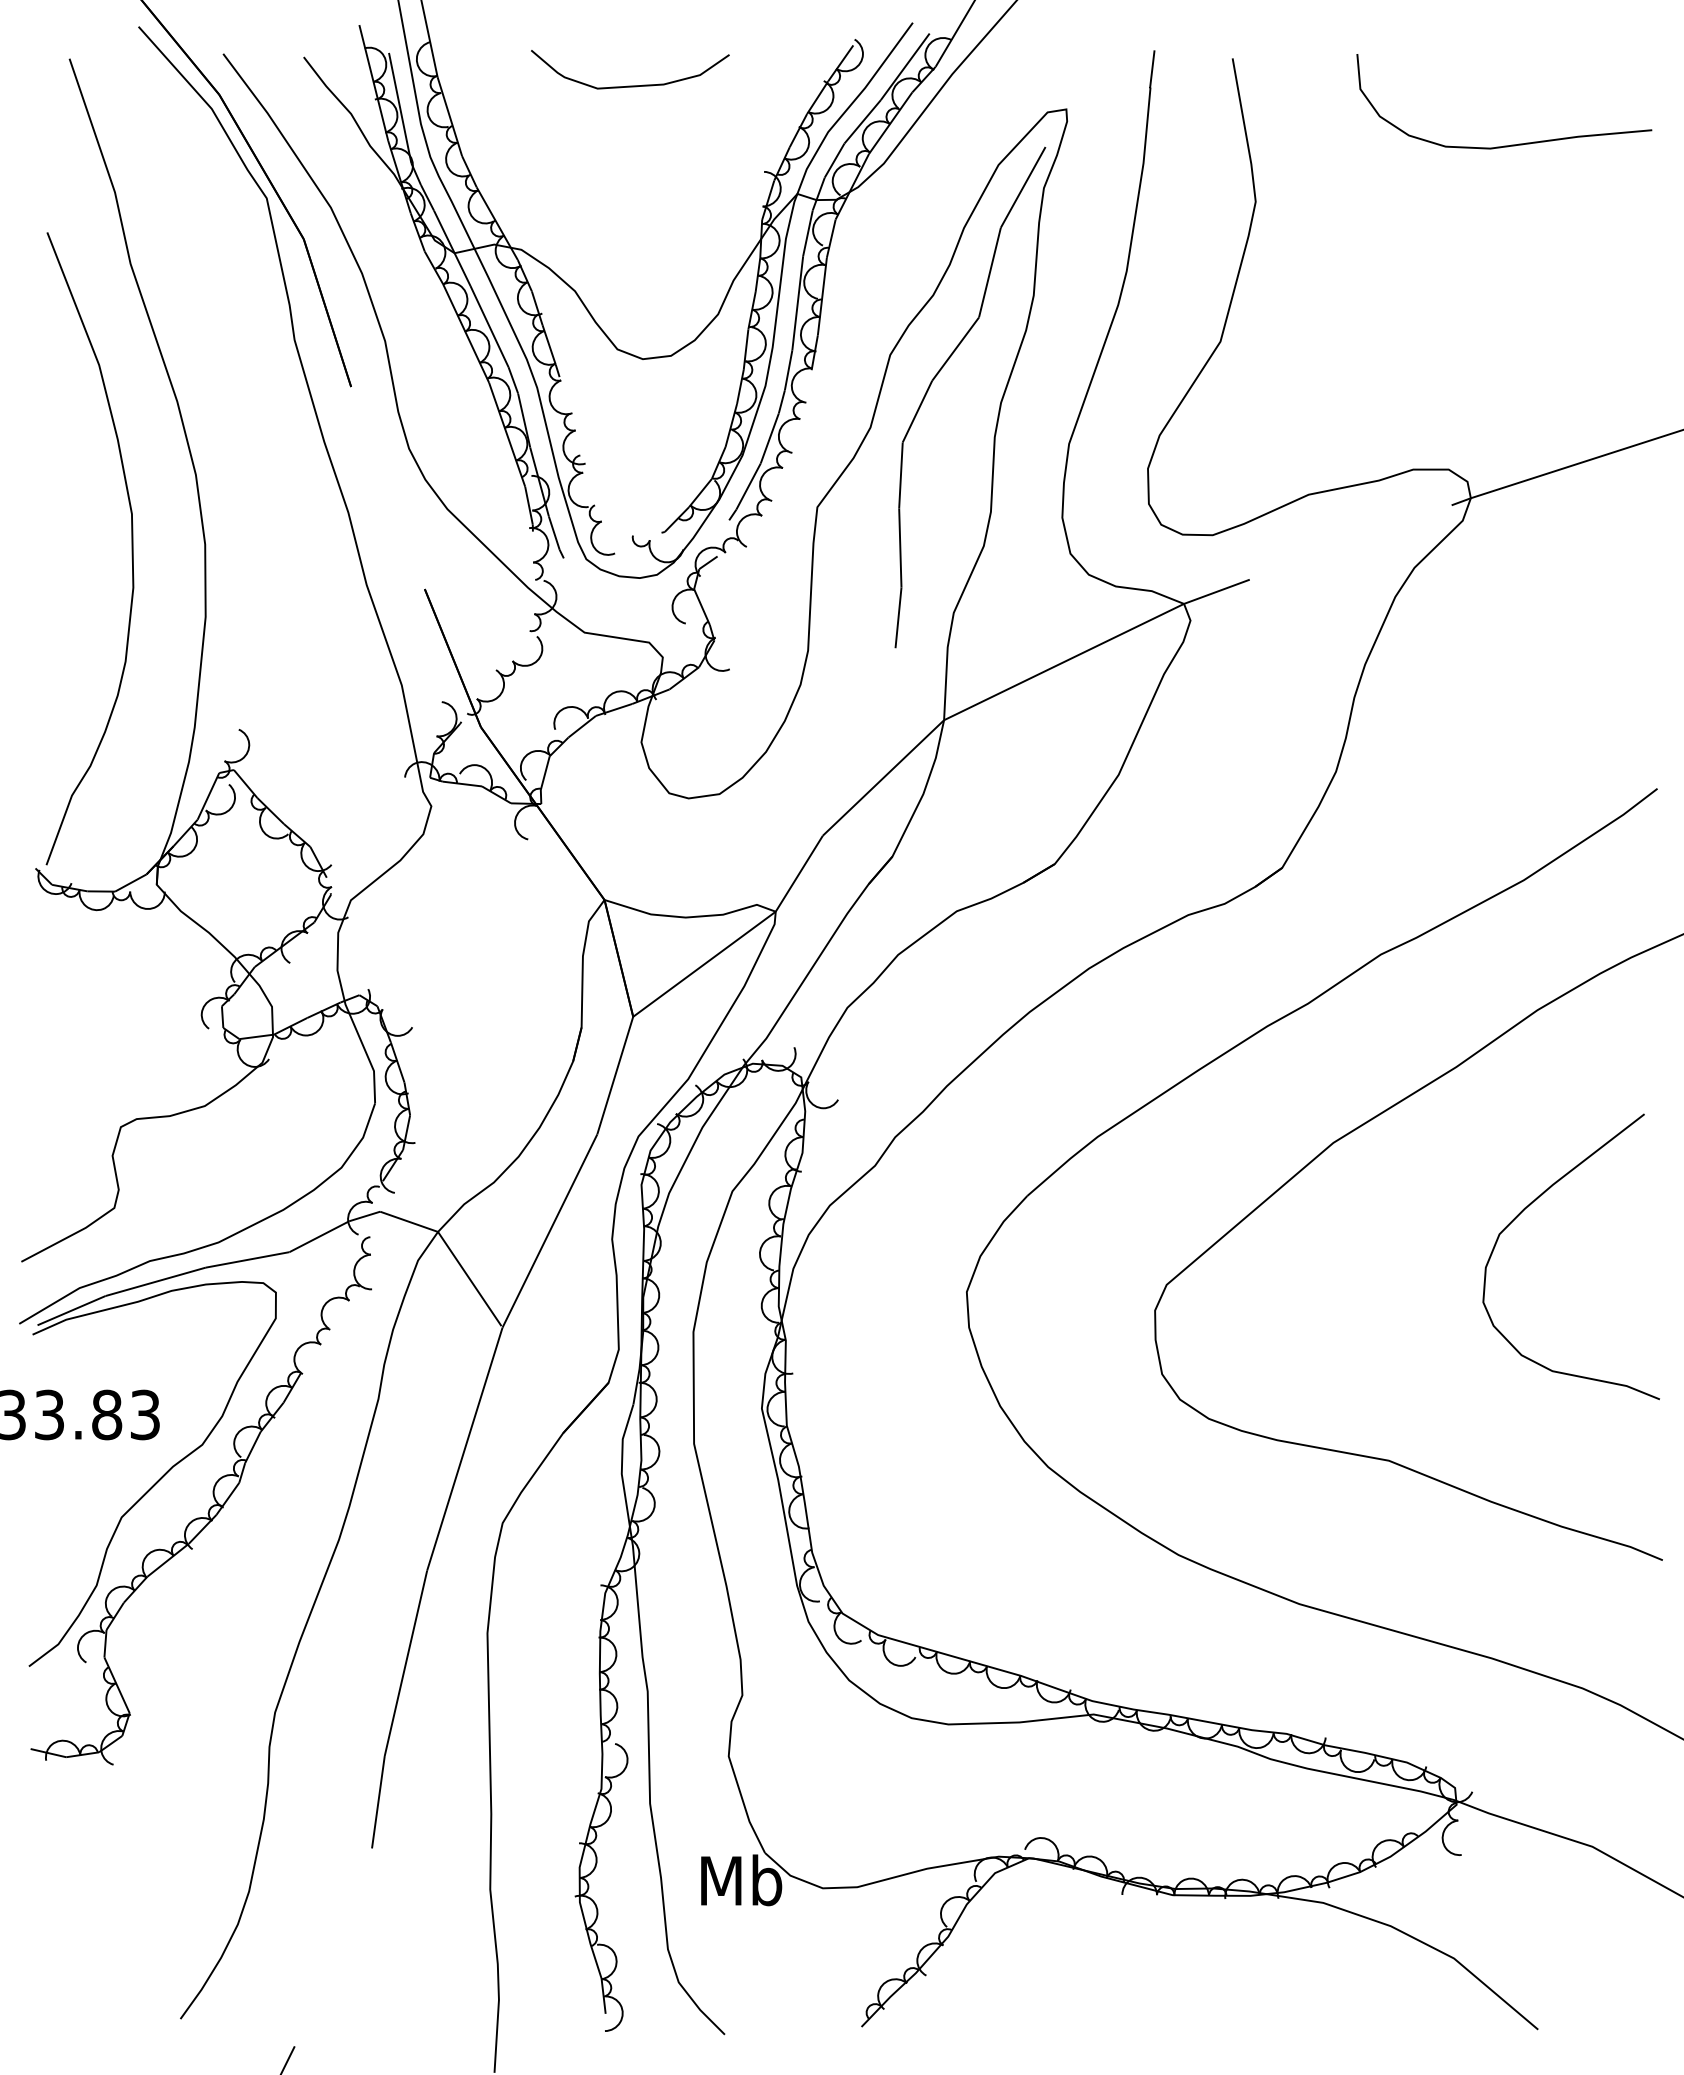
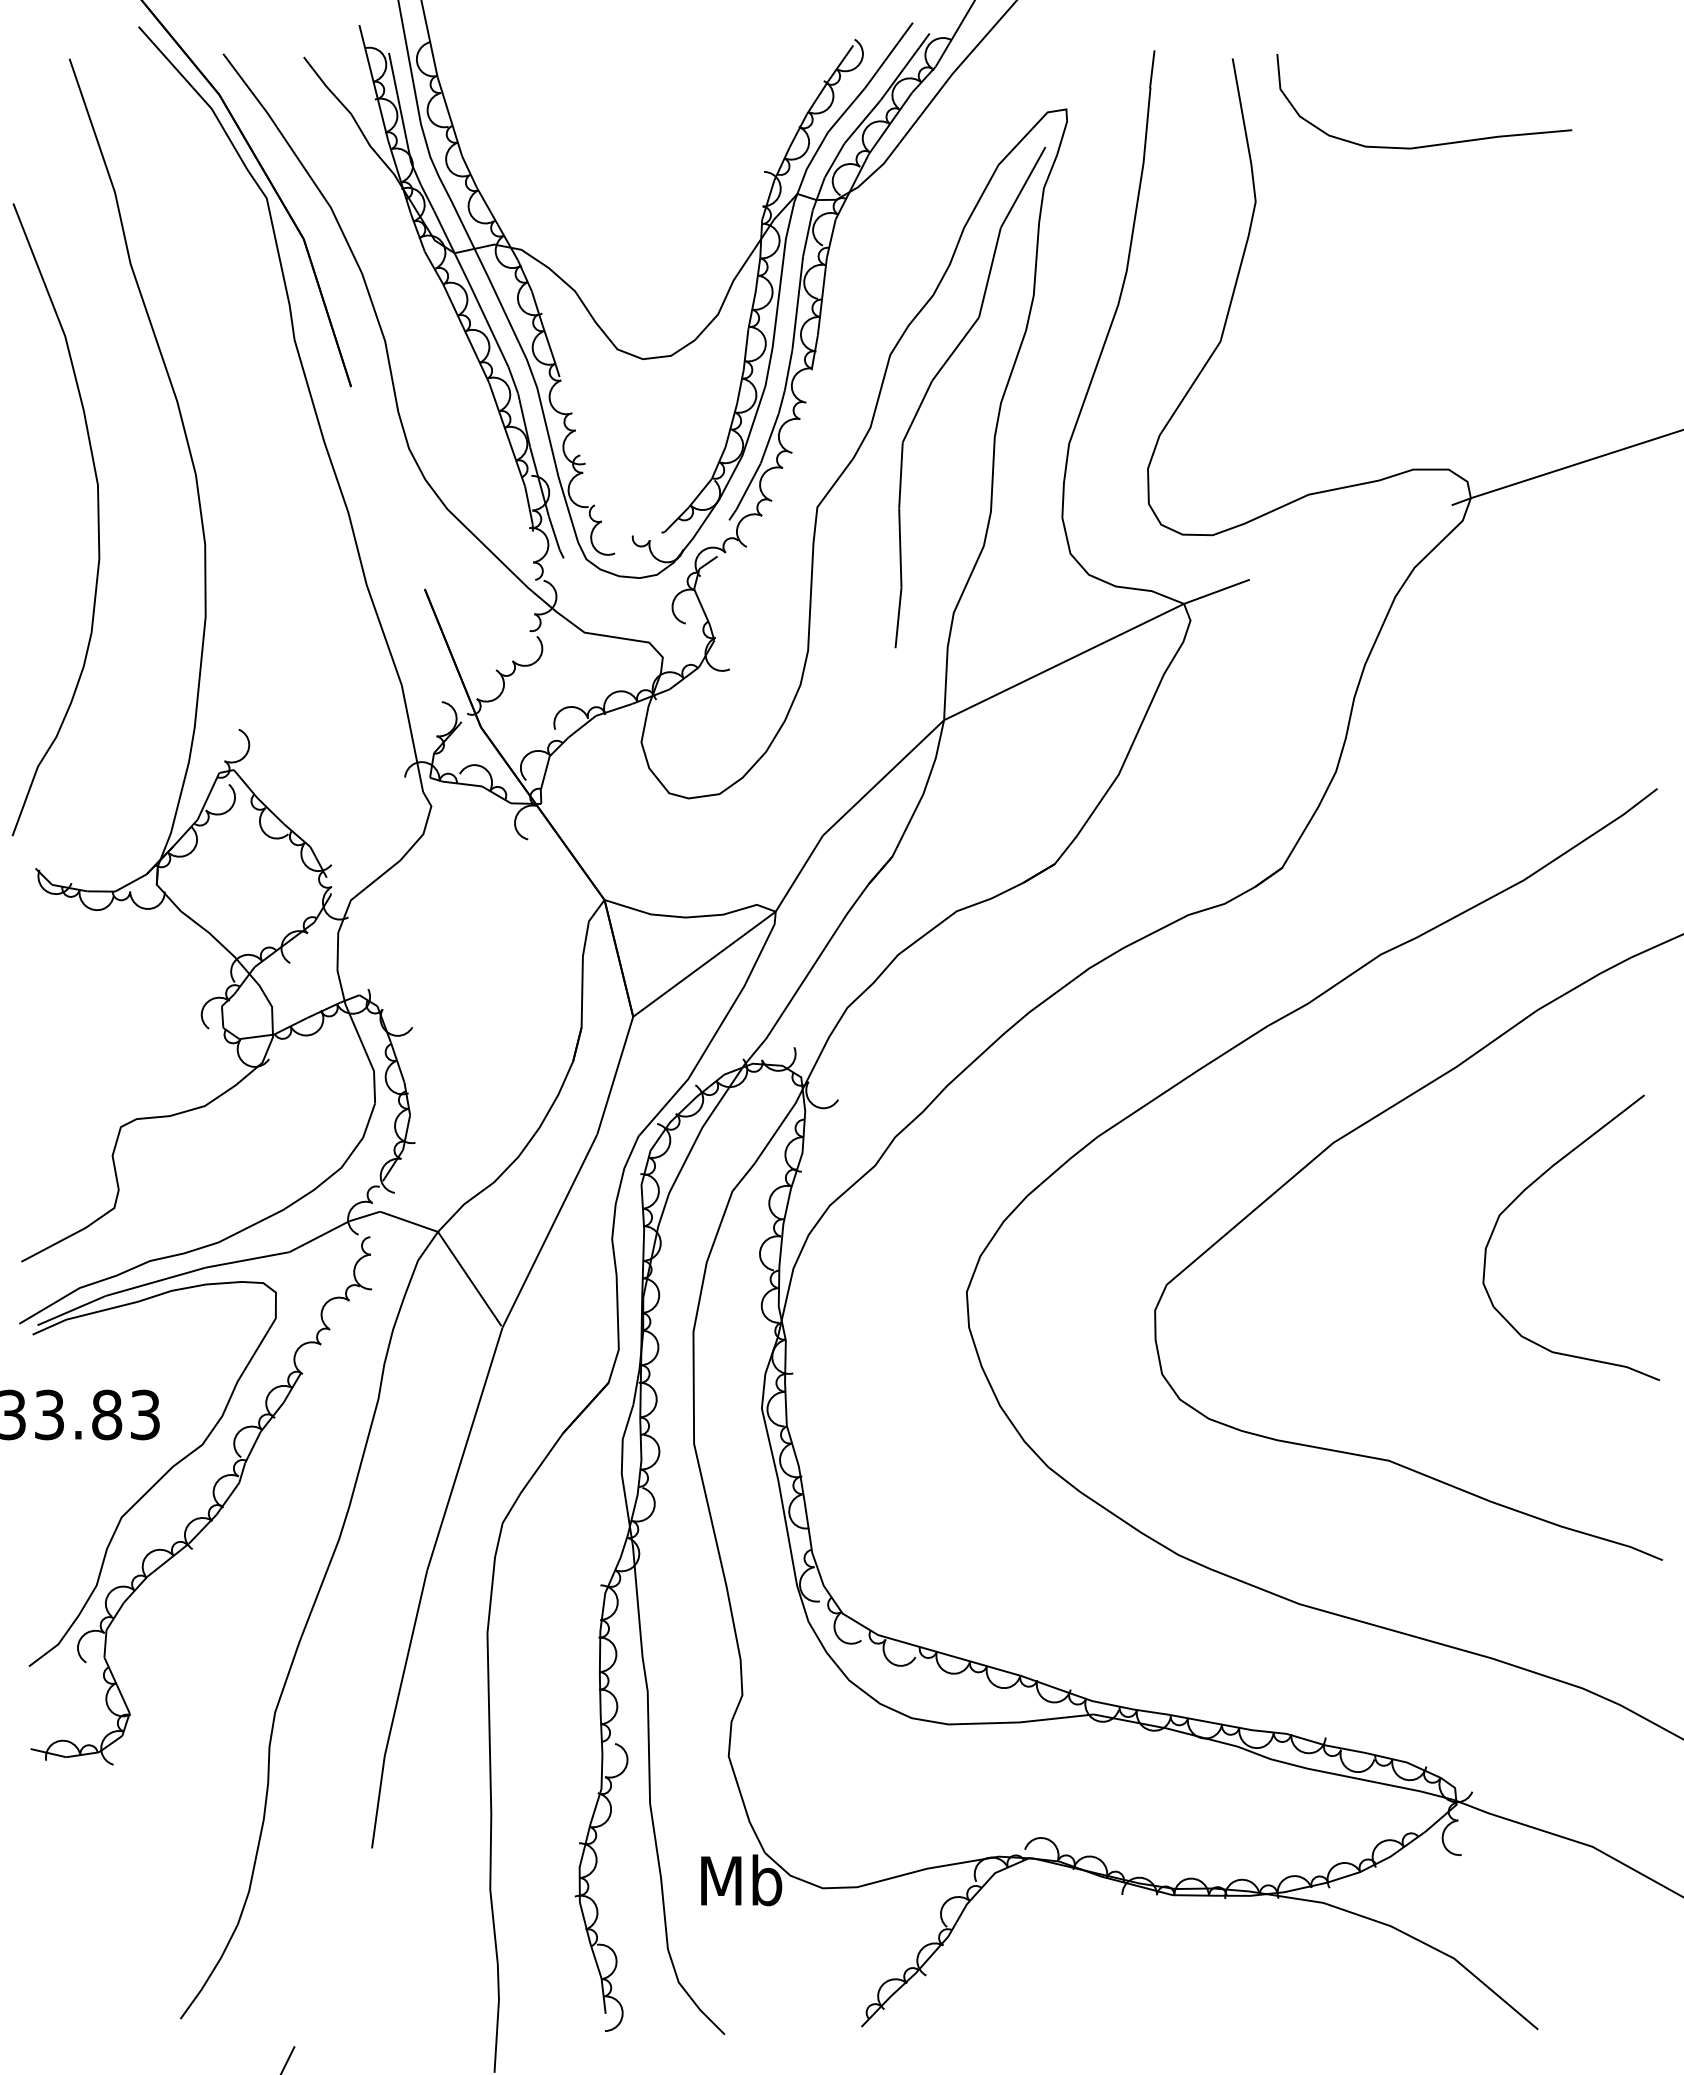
curve at (630, 85): present -> none
curve at (1511, 144) position: (1511, 144) -> (1431, 144)
curve at (131, 548) position: (131, 548) -> (97, 519)
curve at (1529, 1206) position: (1529, 1206) -> (1529, 1187)
